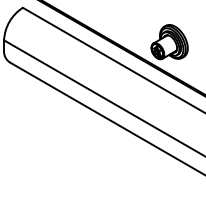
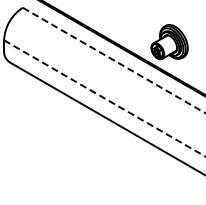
line at (114, 60): solid -> dashed
line at (105, 98): solid -> dashed
